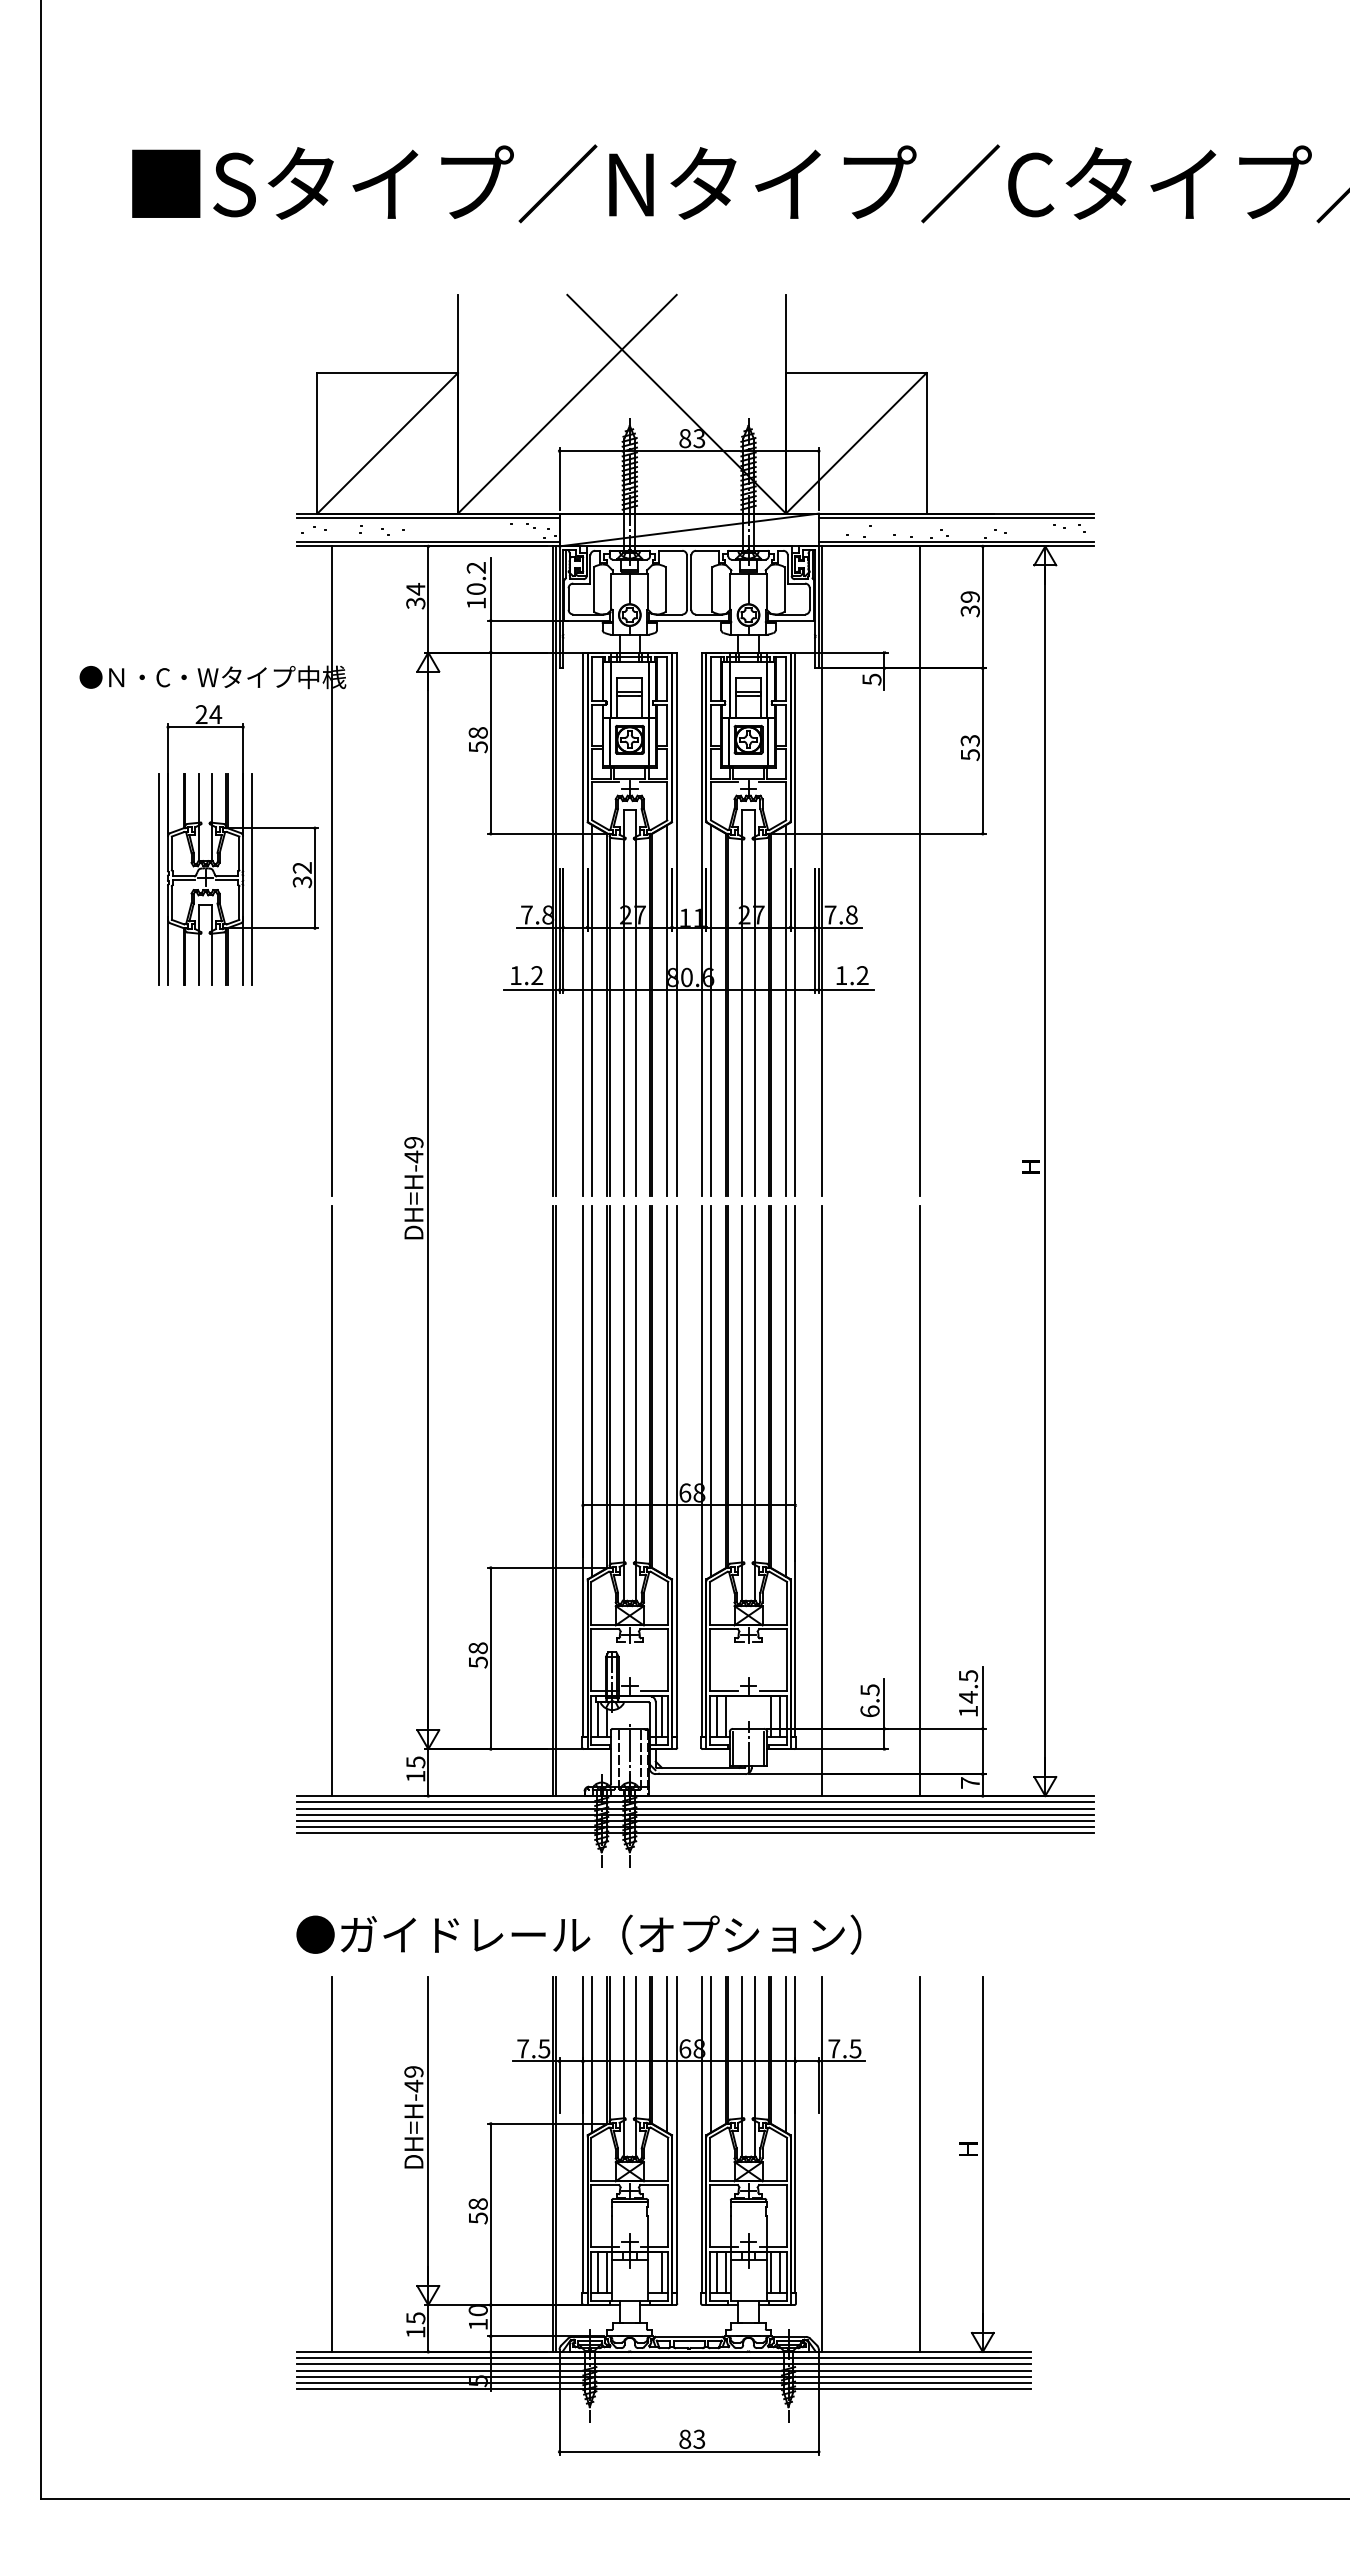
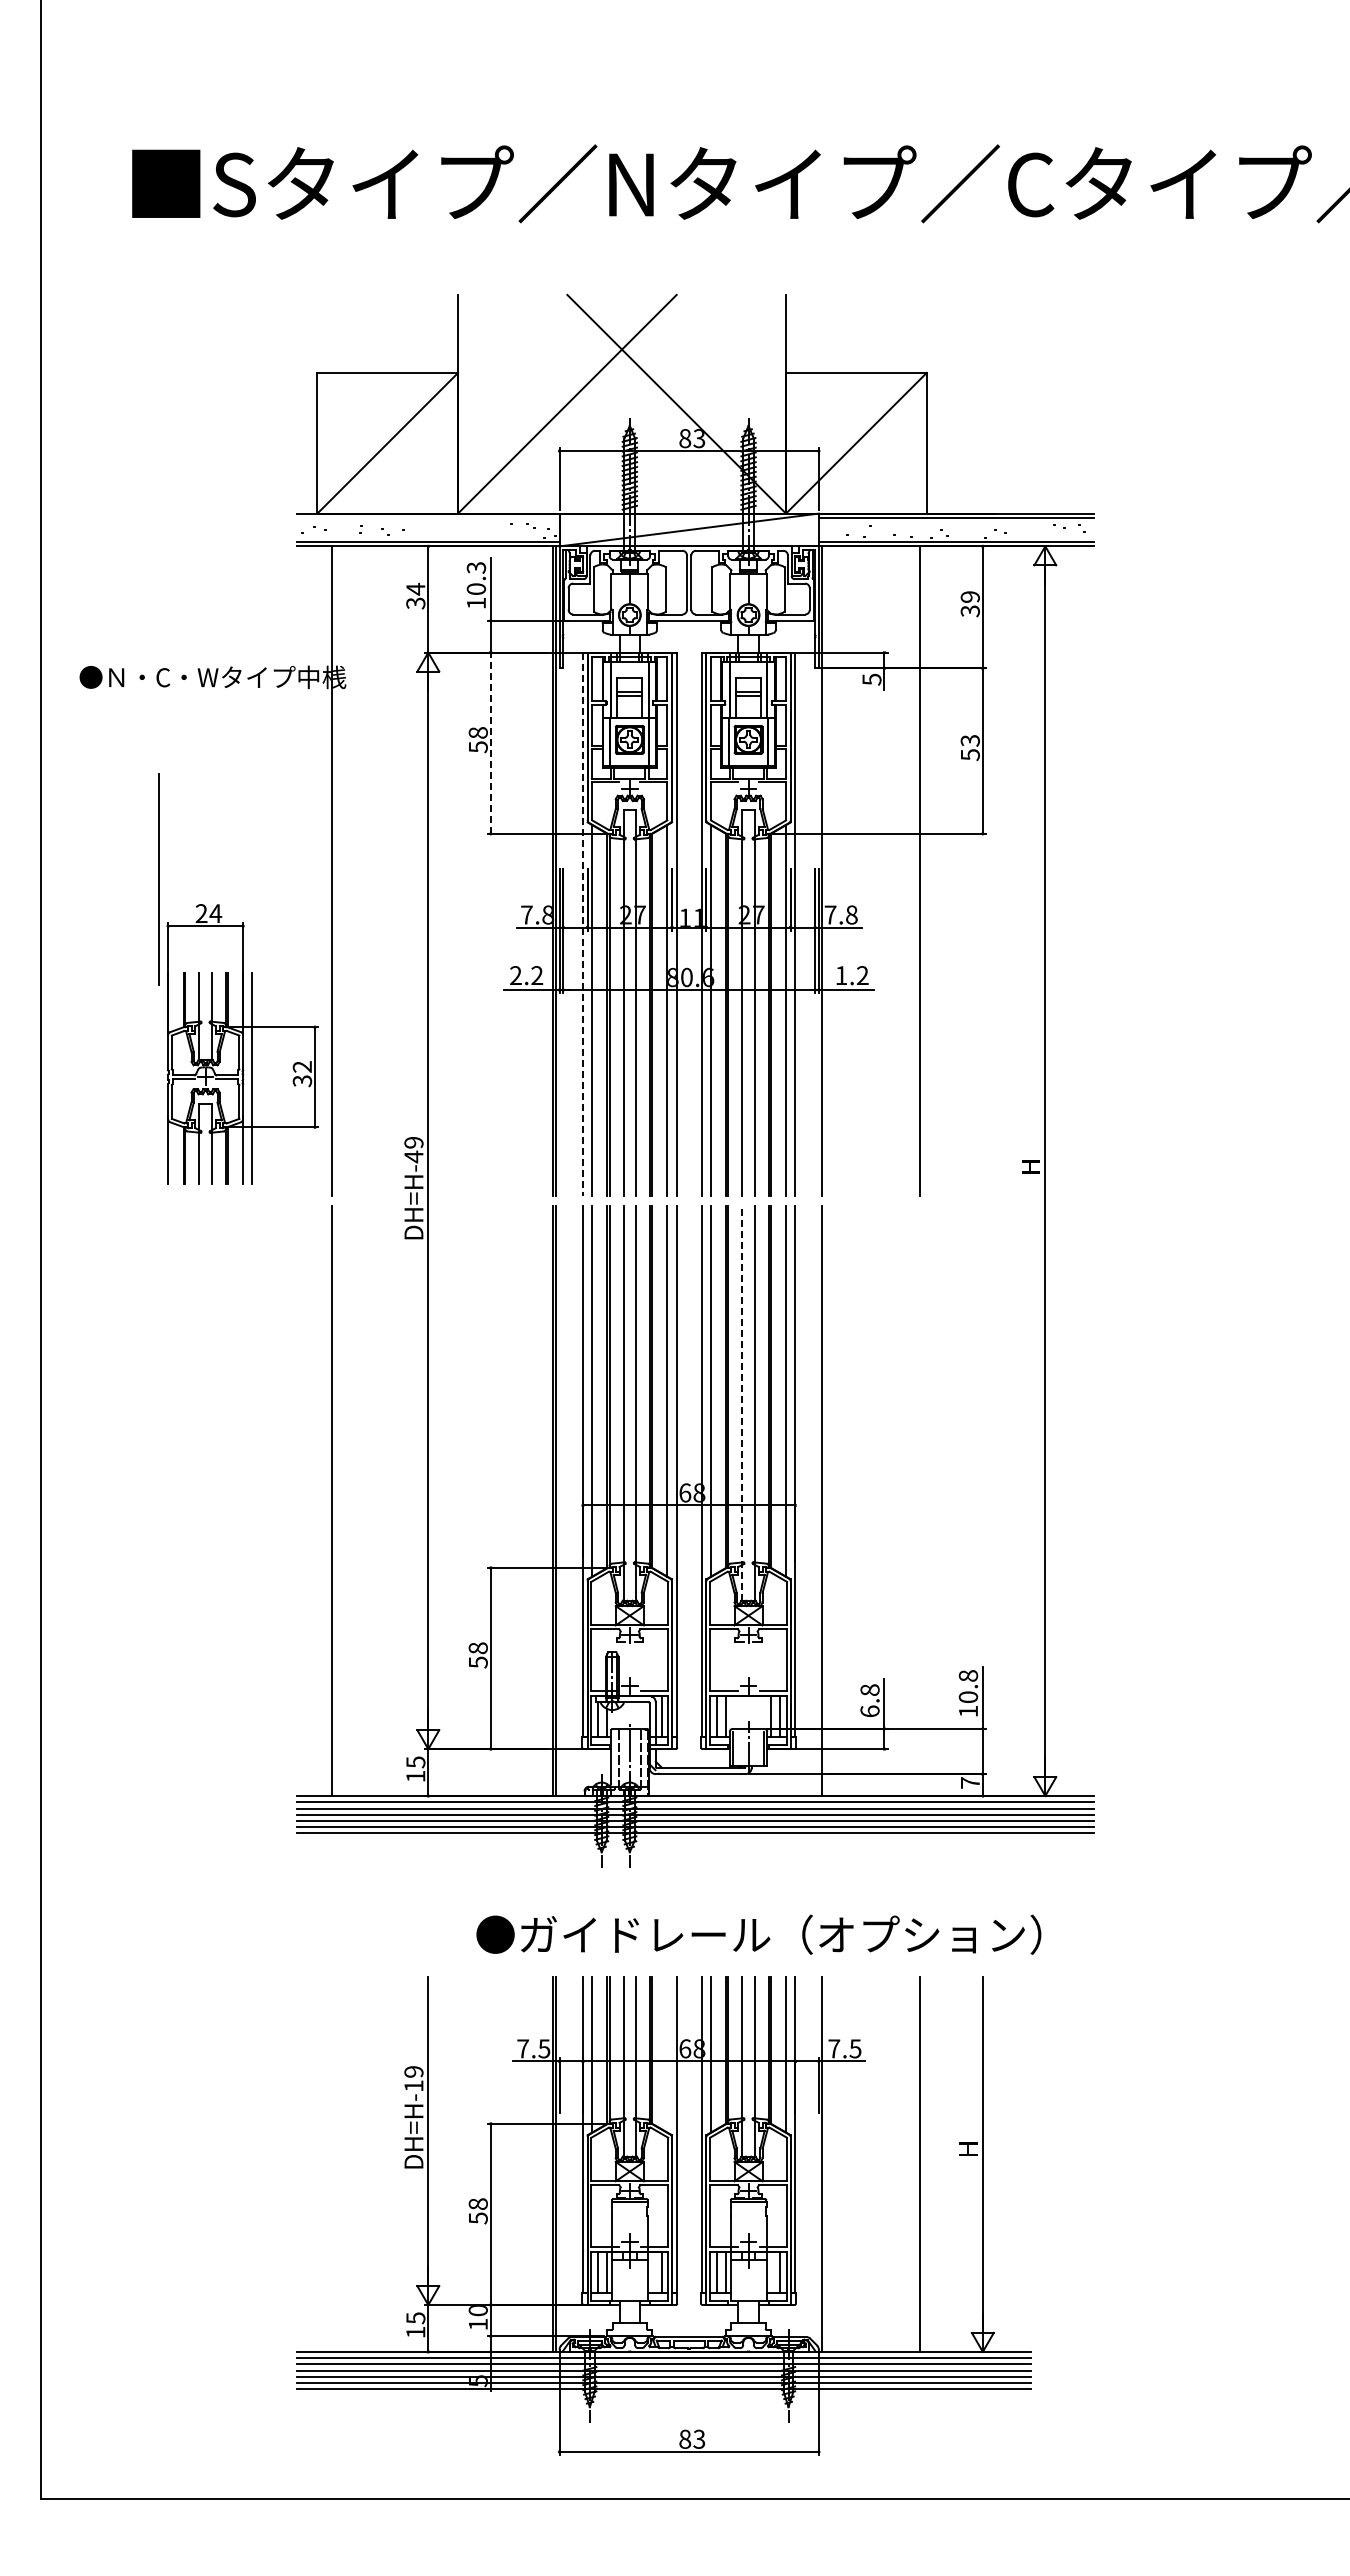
line at (427, 518): present -> none
text at (476, 567): 10.2 -> 10.3
line at (490, 743): solid -> dashed
part at (242, 845) position: (242, 845) -> (242, 1044)
line at (582, 924): solid -> dashed
text at (515, 975): 1.2 -> 2.2
line at (742, 1403): solid -> dashed
line at (920, 1500): present -> none
text at (968, 1686): 14.5 -> 10.8
text at (869, 1690): 6.5 -> 6.8
text at (578, 1934) position: (578, 1934) -> (758, 1934)
line at (667, 2054): present -> none
text at (413, 2085): DH=H-49 -> DH=H-19
line at (331, 2164): present -> none
line at (771, 2271): present -> none
